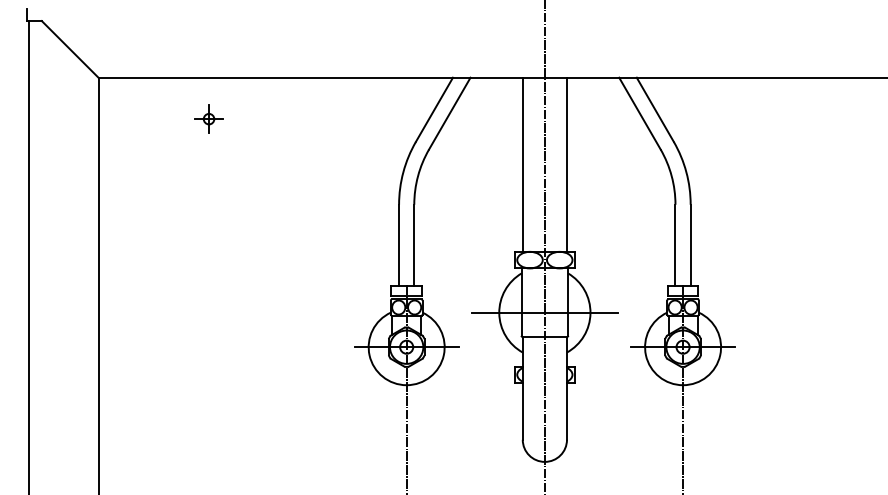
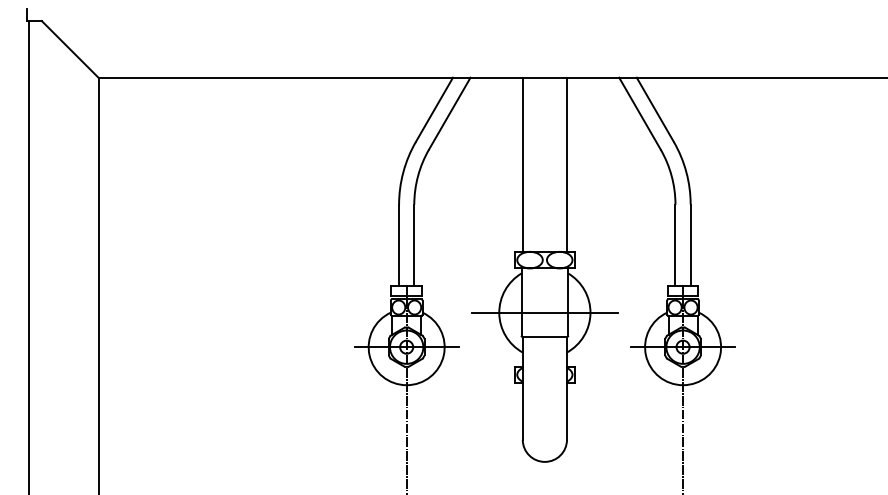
part at (208, 118): present -> none
line at (544, 246): present -> none
